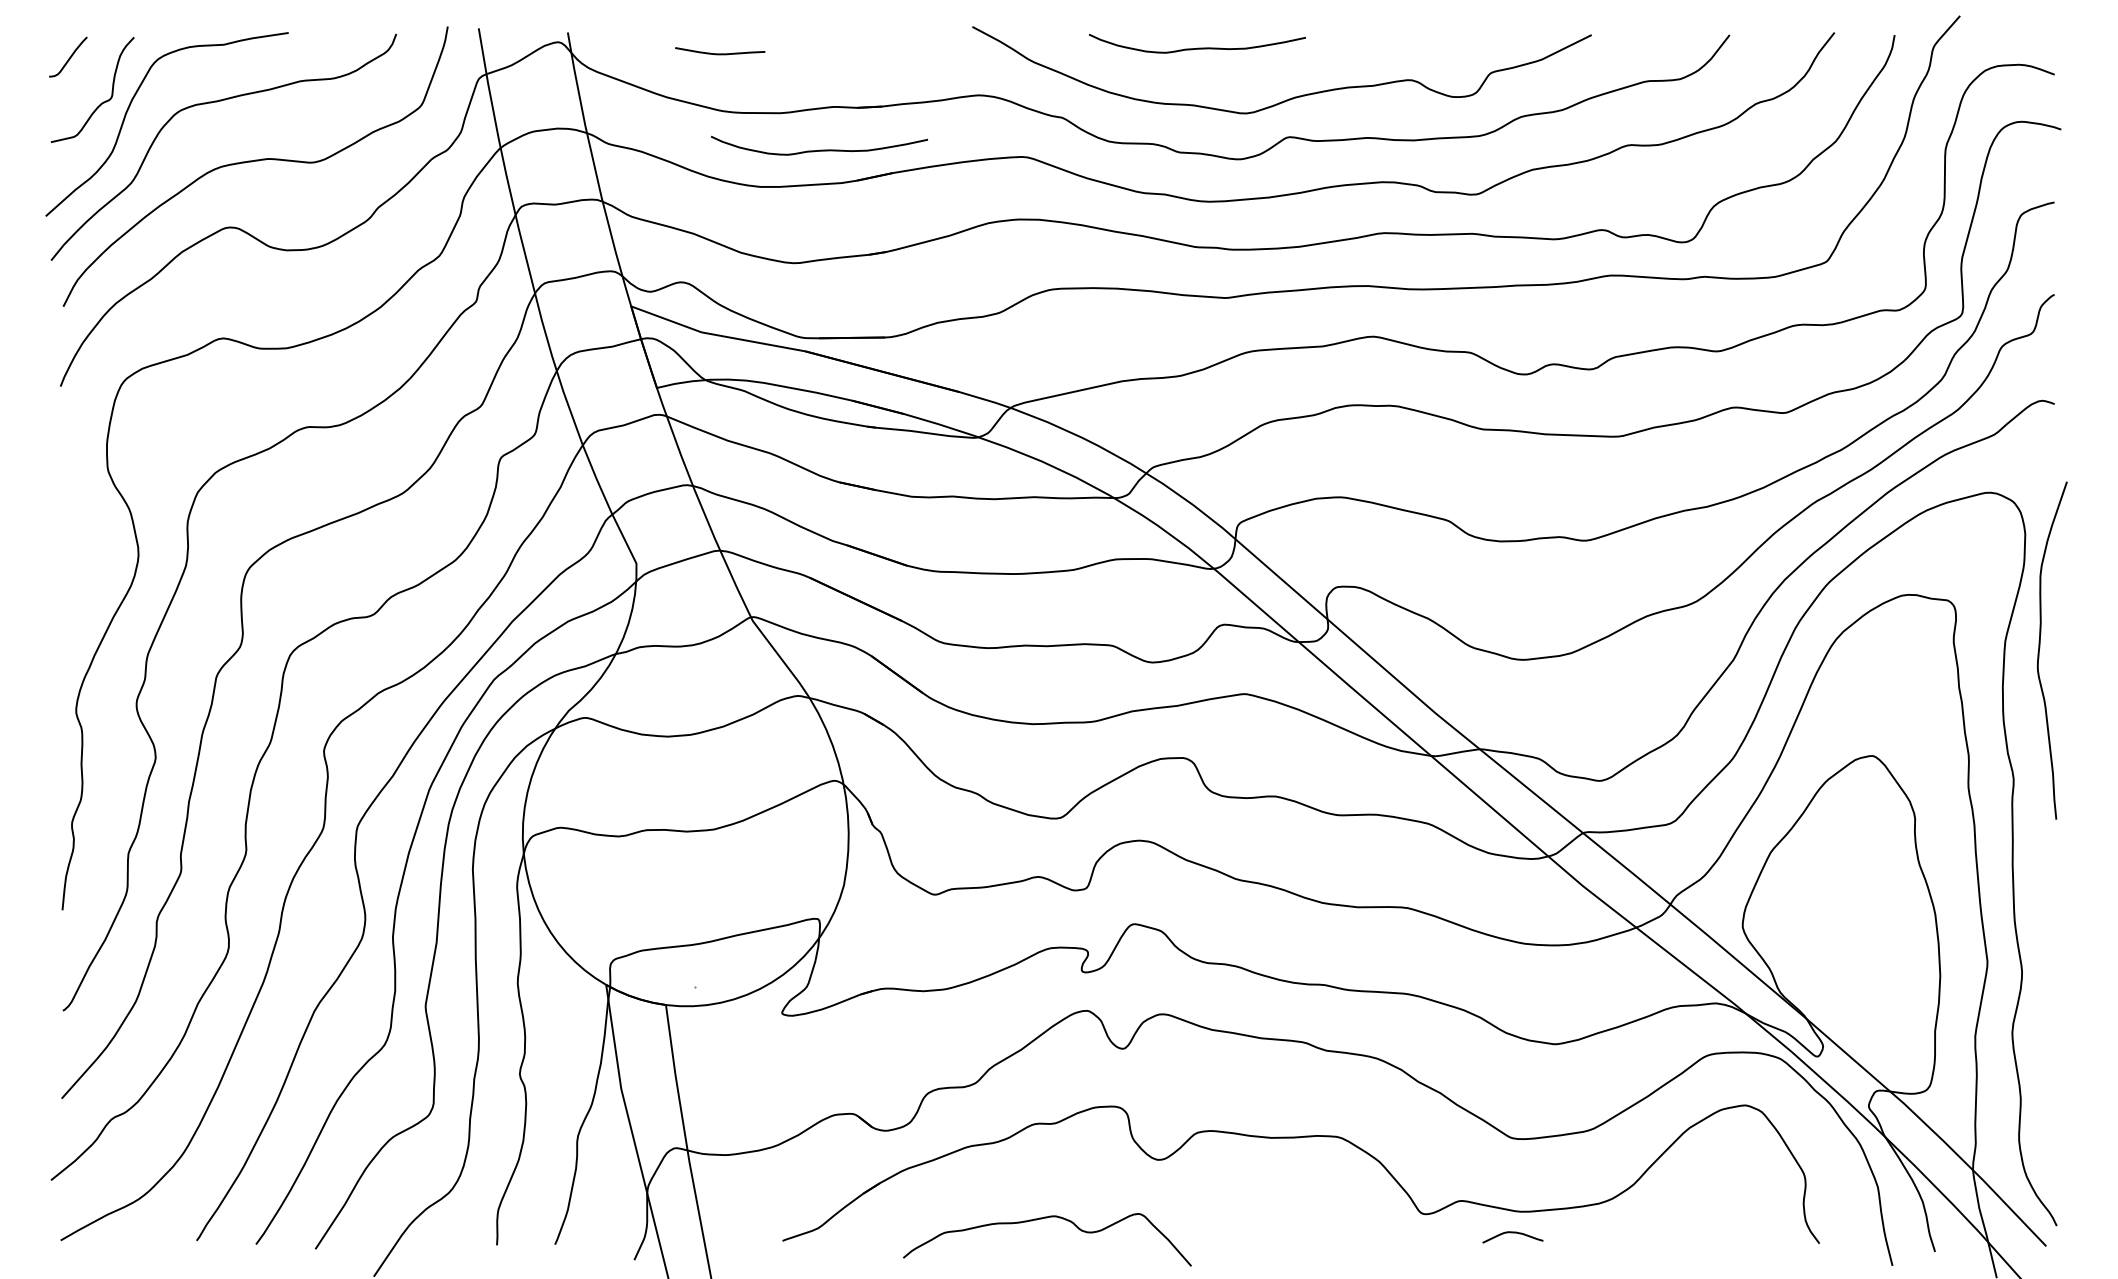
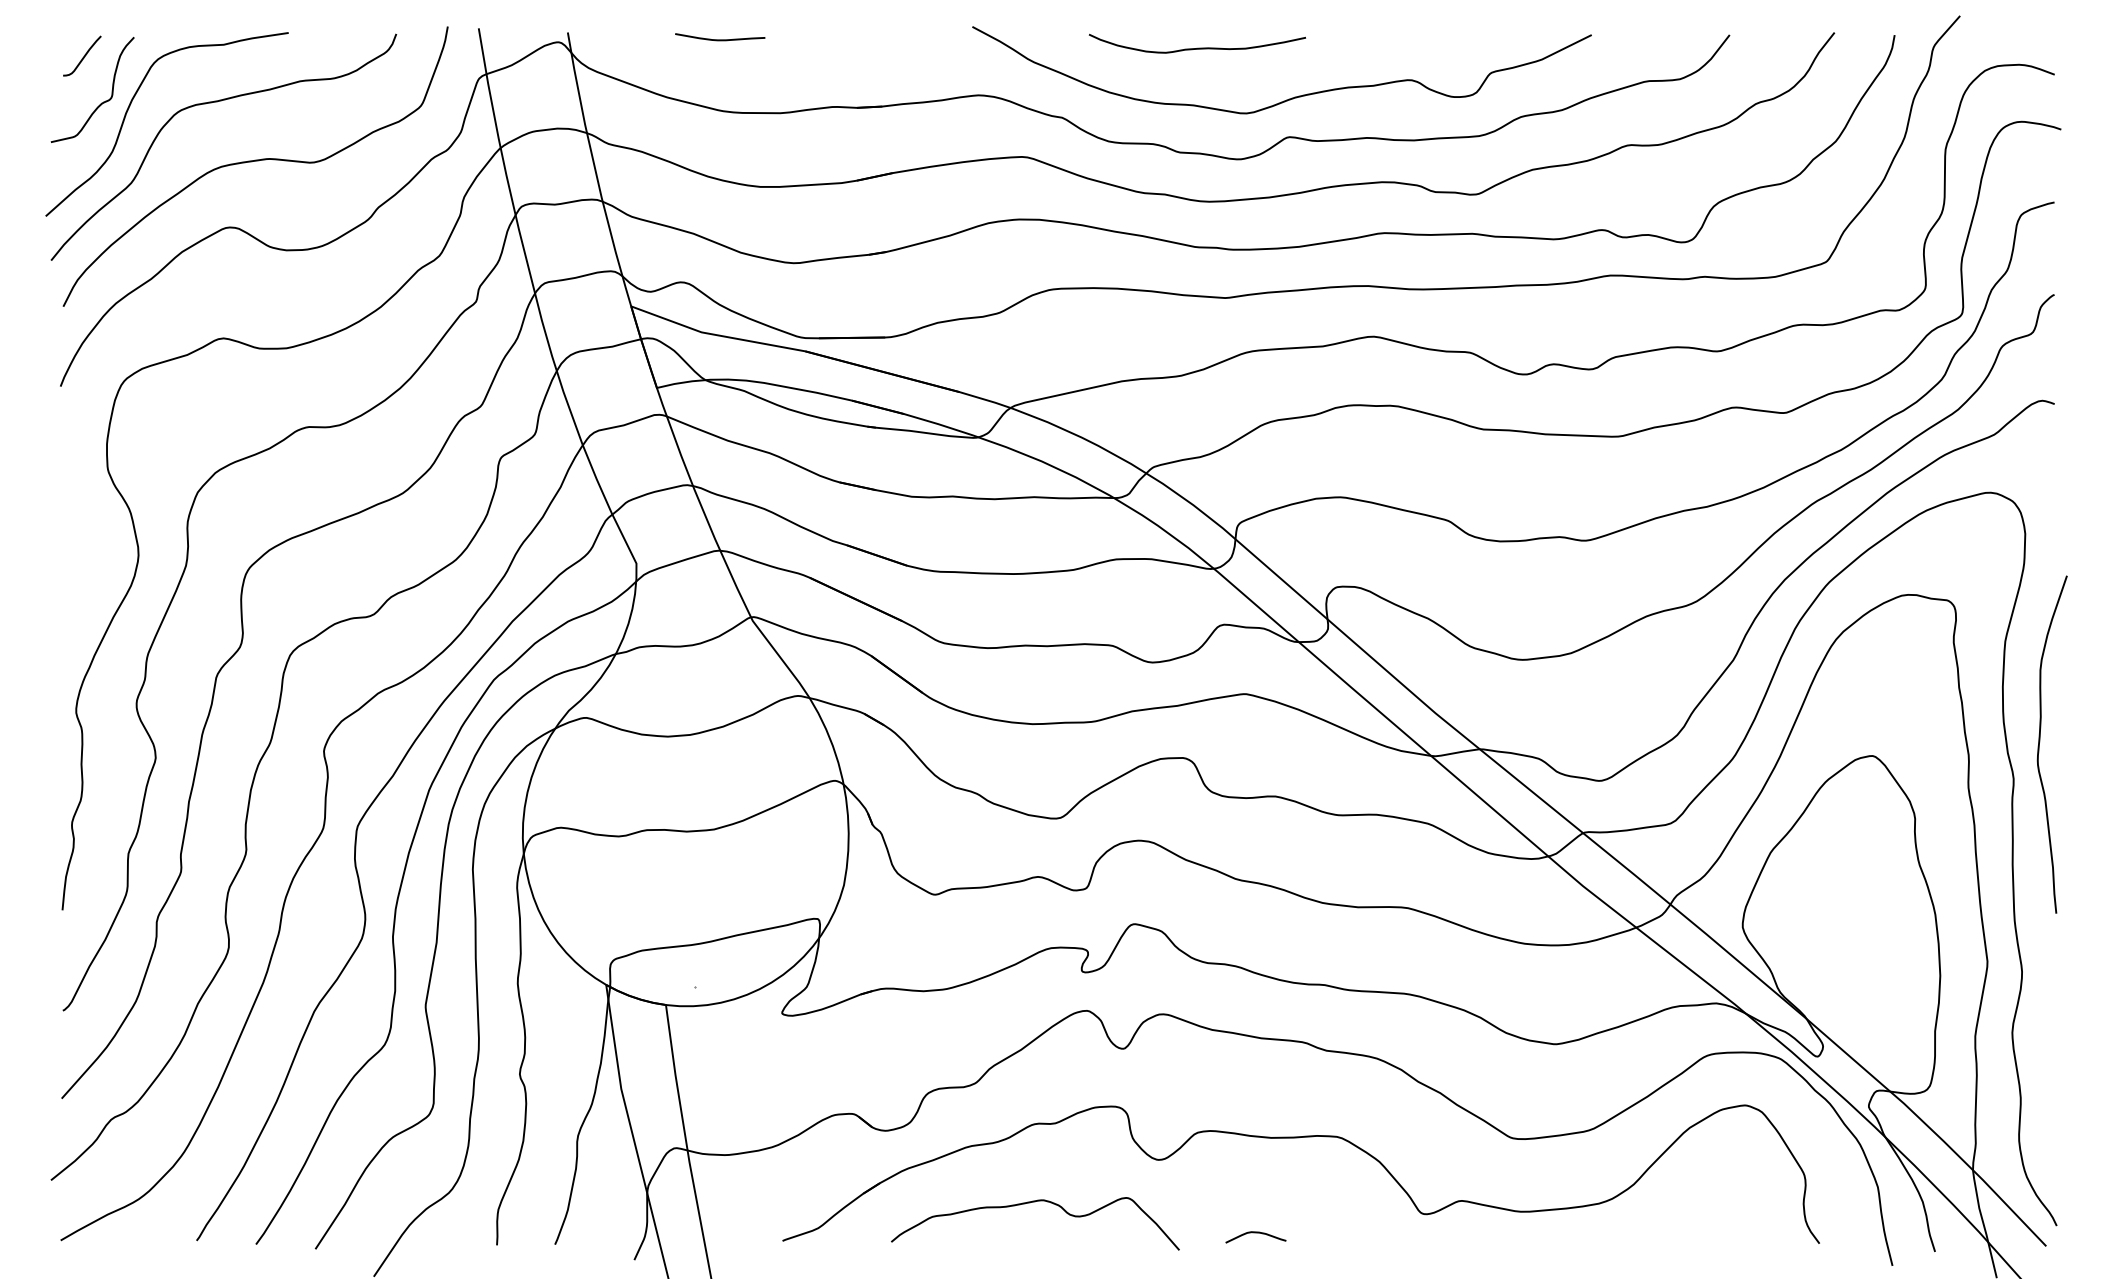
curve at (720, 53) position: (720, 53) -> (720, 39)
curve at (69, 57) position: (69, 57) -> (83, 56)
curve at (819, 149): present -> none
curve at (2040, 647) position: (2040, 647) -> (2040, 741)
curve at (1042, 1219) position: (1042, 1219) -> (1030, 1203)
curve at (1512, 1233) position: (1512, 1233) -> (1255, 1233)
